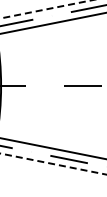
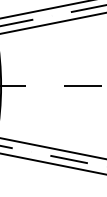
line at (46, 9): dashed -> solid
line at (53, 164): dashed -> solid
